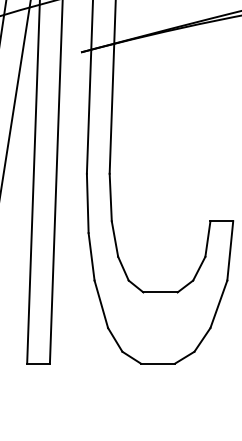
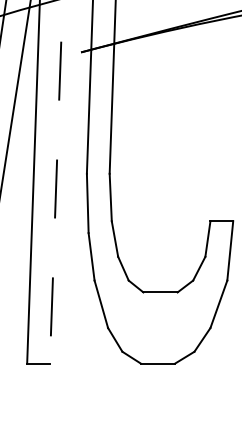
line at (56, 182): solid -> dashed
